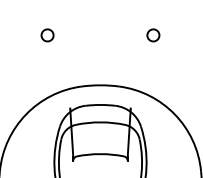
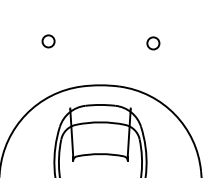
circle at (47, 35) position: (47, 35) -> (48, 41)
circle at (153, 35) position: (153, 35) -> (153, 43)
